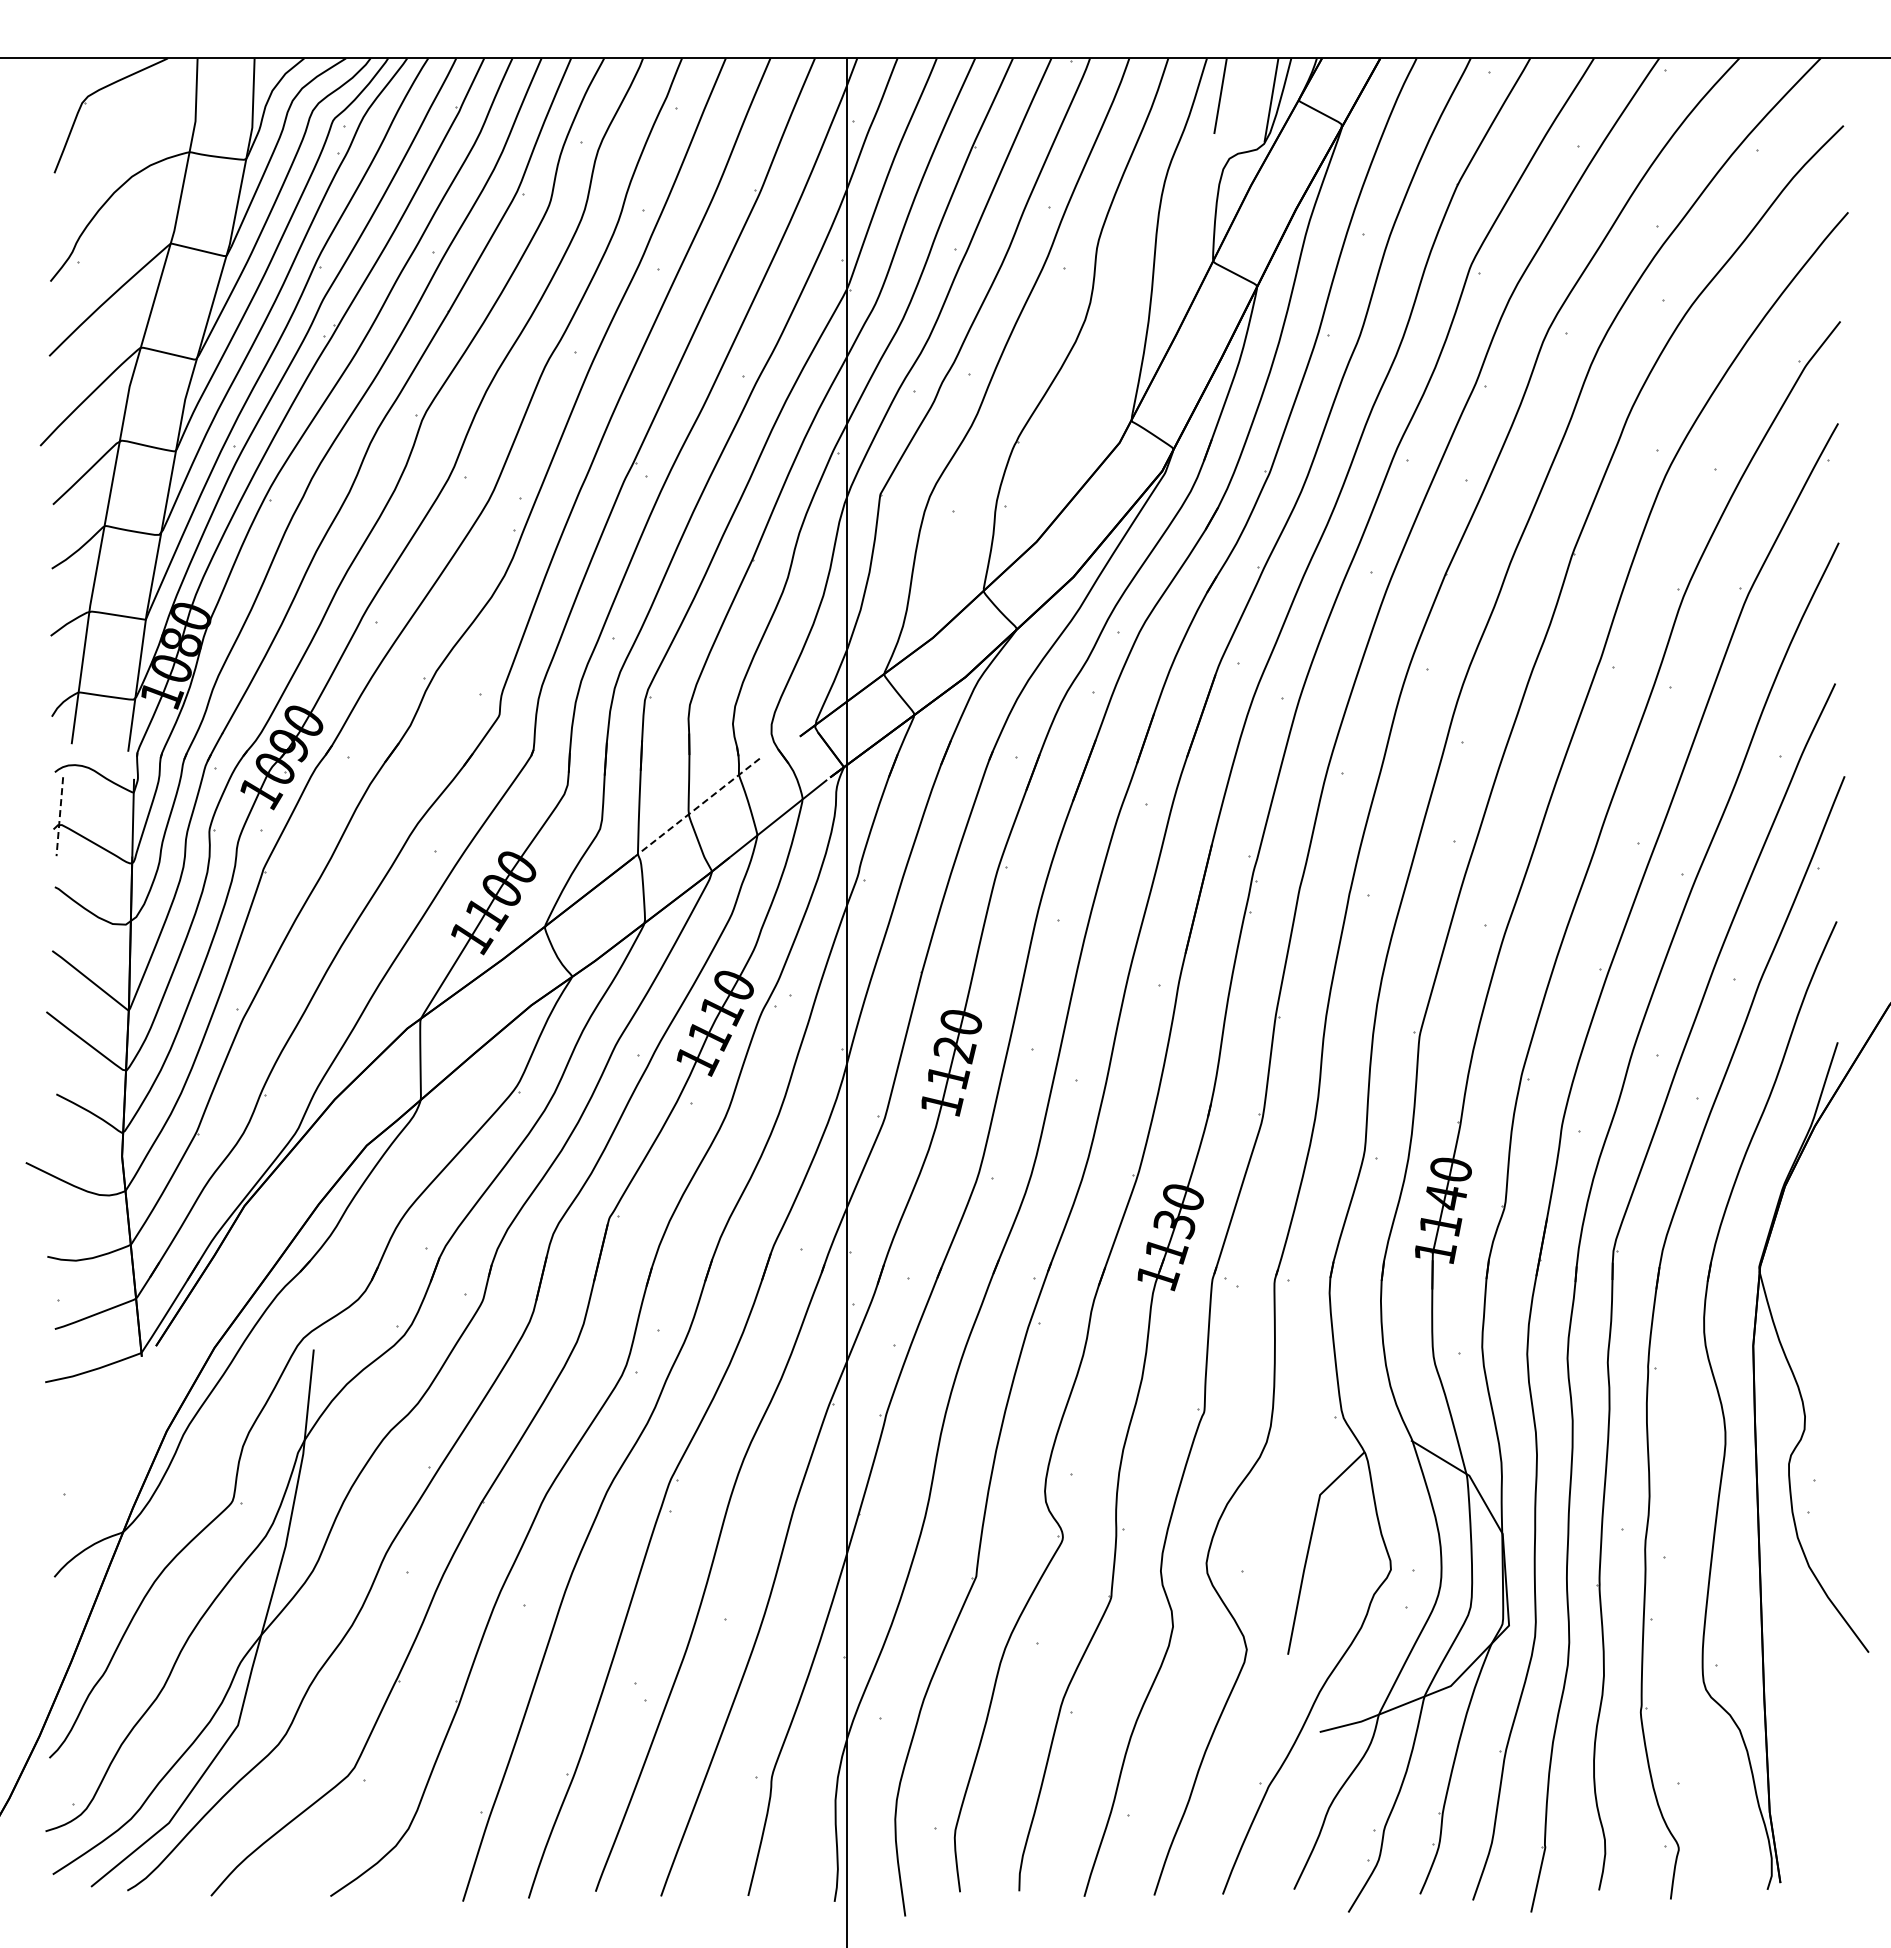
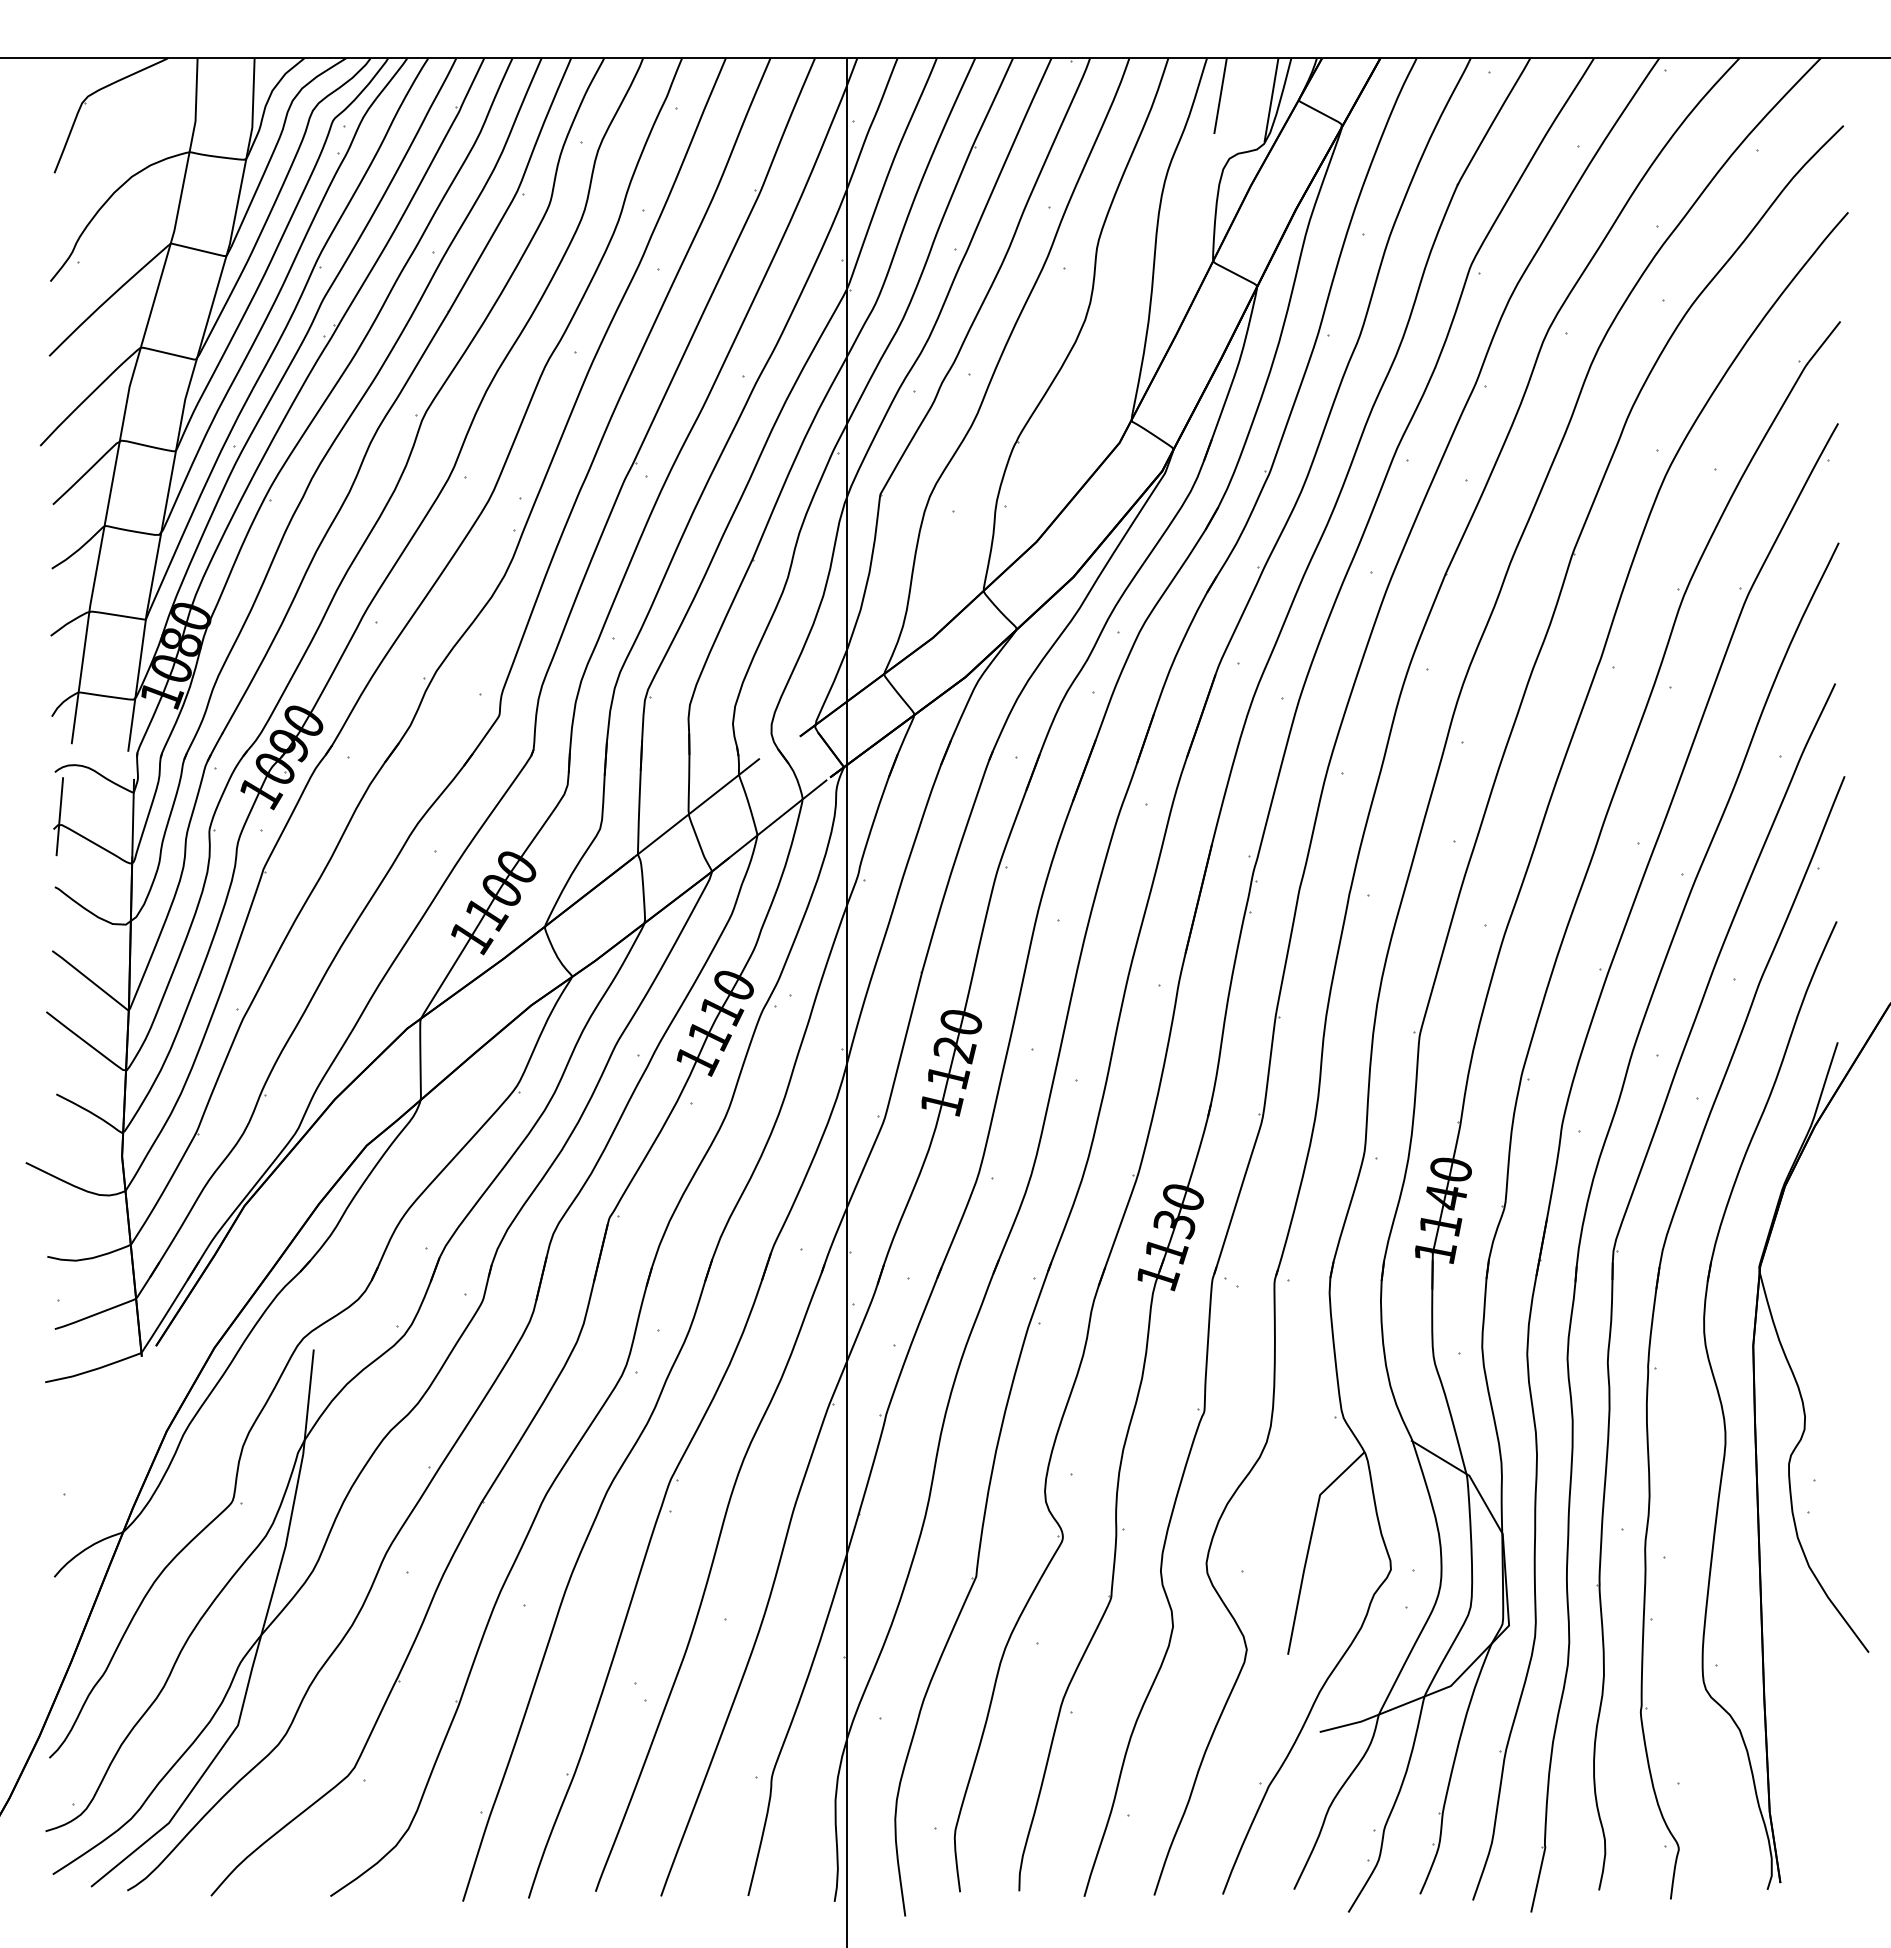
line at (697, 807): dashed -> solid
line at (59, 816): dashed -> solid
